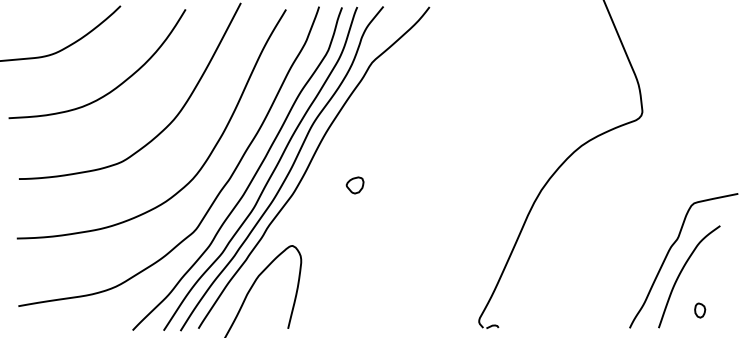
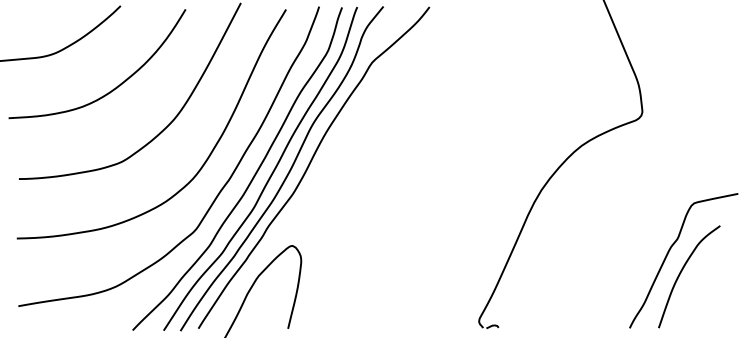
part at (354, 185): present -> none
part at (700, 310): present -> none
